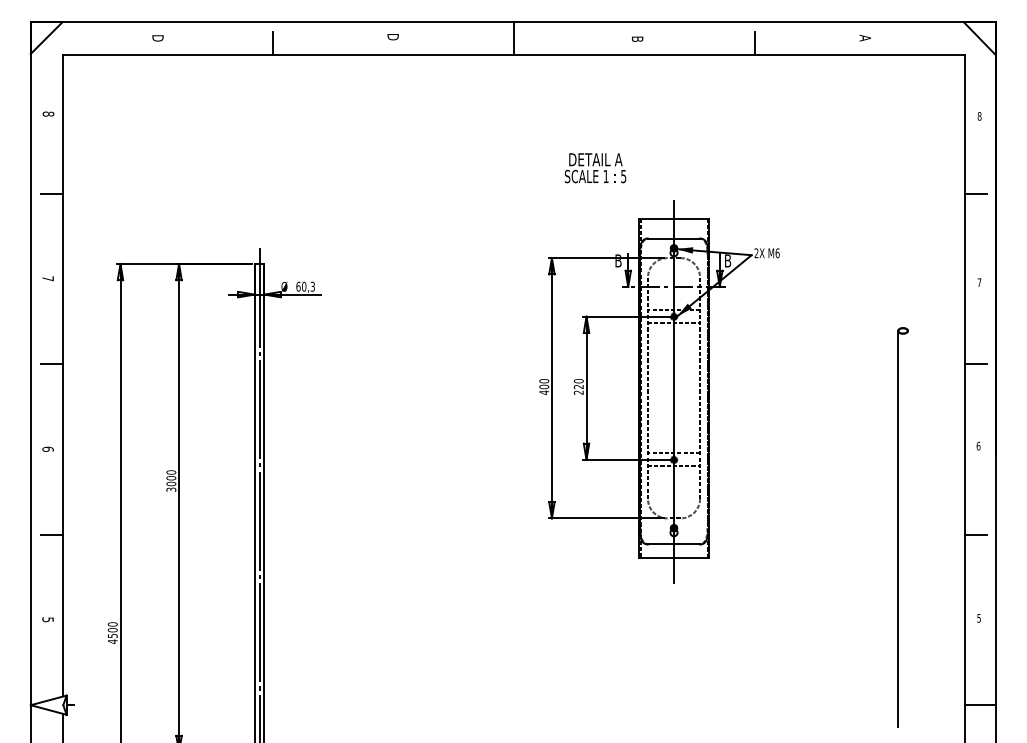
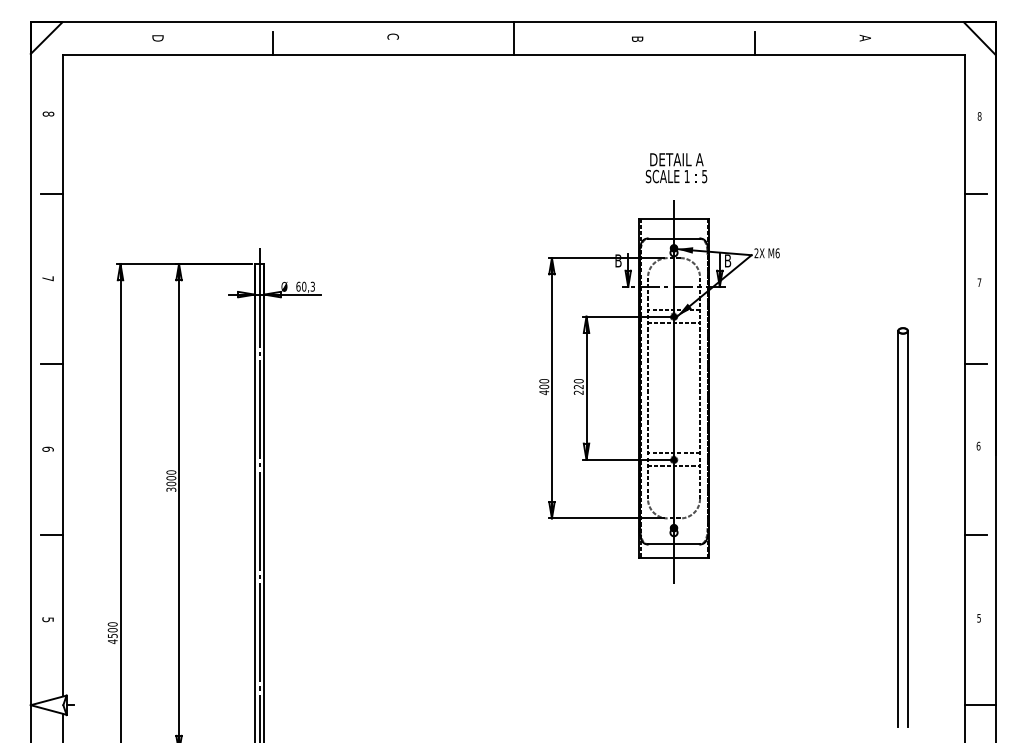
text at (392, 36): D -> C
text at (595, 168) position: (595, 168) -> (676, 168)
line at (907, 528): none -> present
